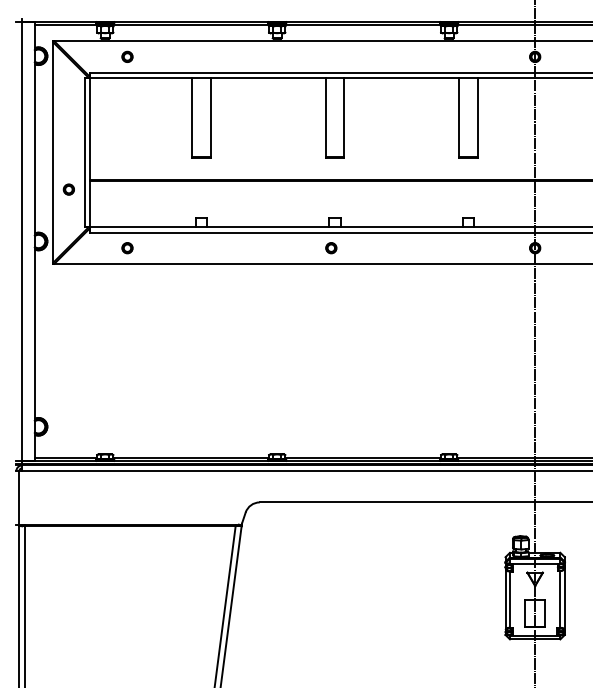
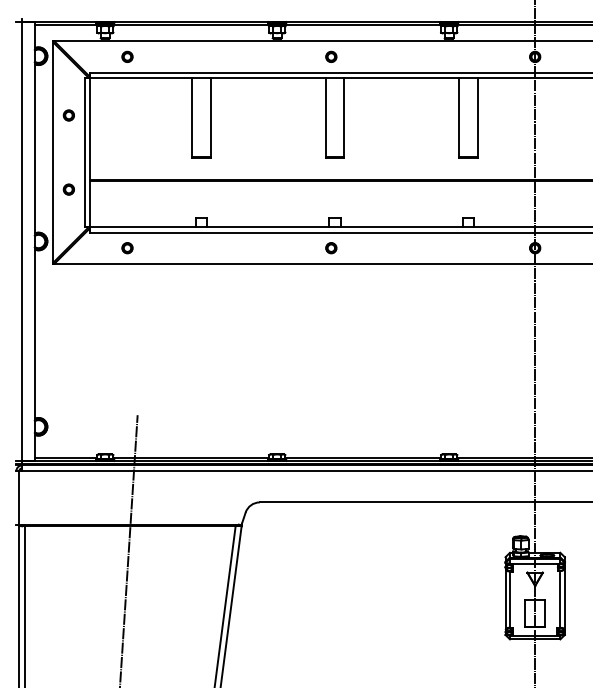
part at (331, 56): none -> present
part at (68, 115): none -> present
line at (128, 549): none -> present
